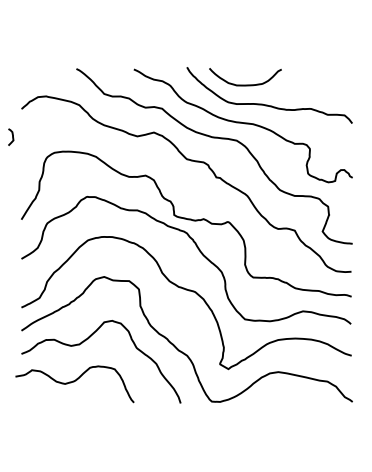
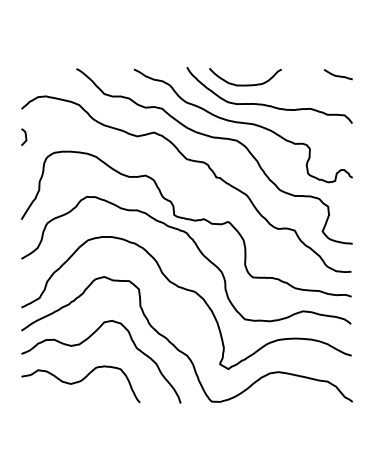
curve at (337, 75): none -> present
curve at (12, 136) position: (12, 136) -> (25, 136)
curve at (74, 382) position: (74, 382) -> (80, 382)
